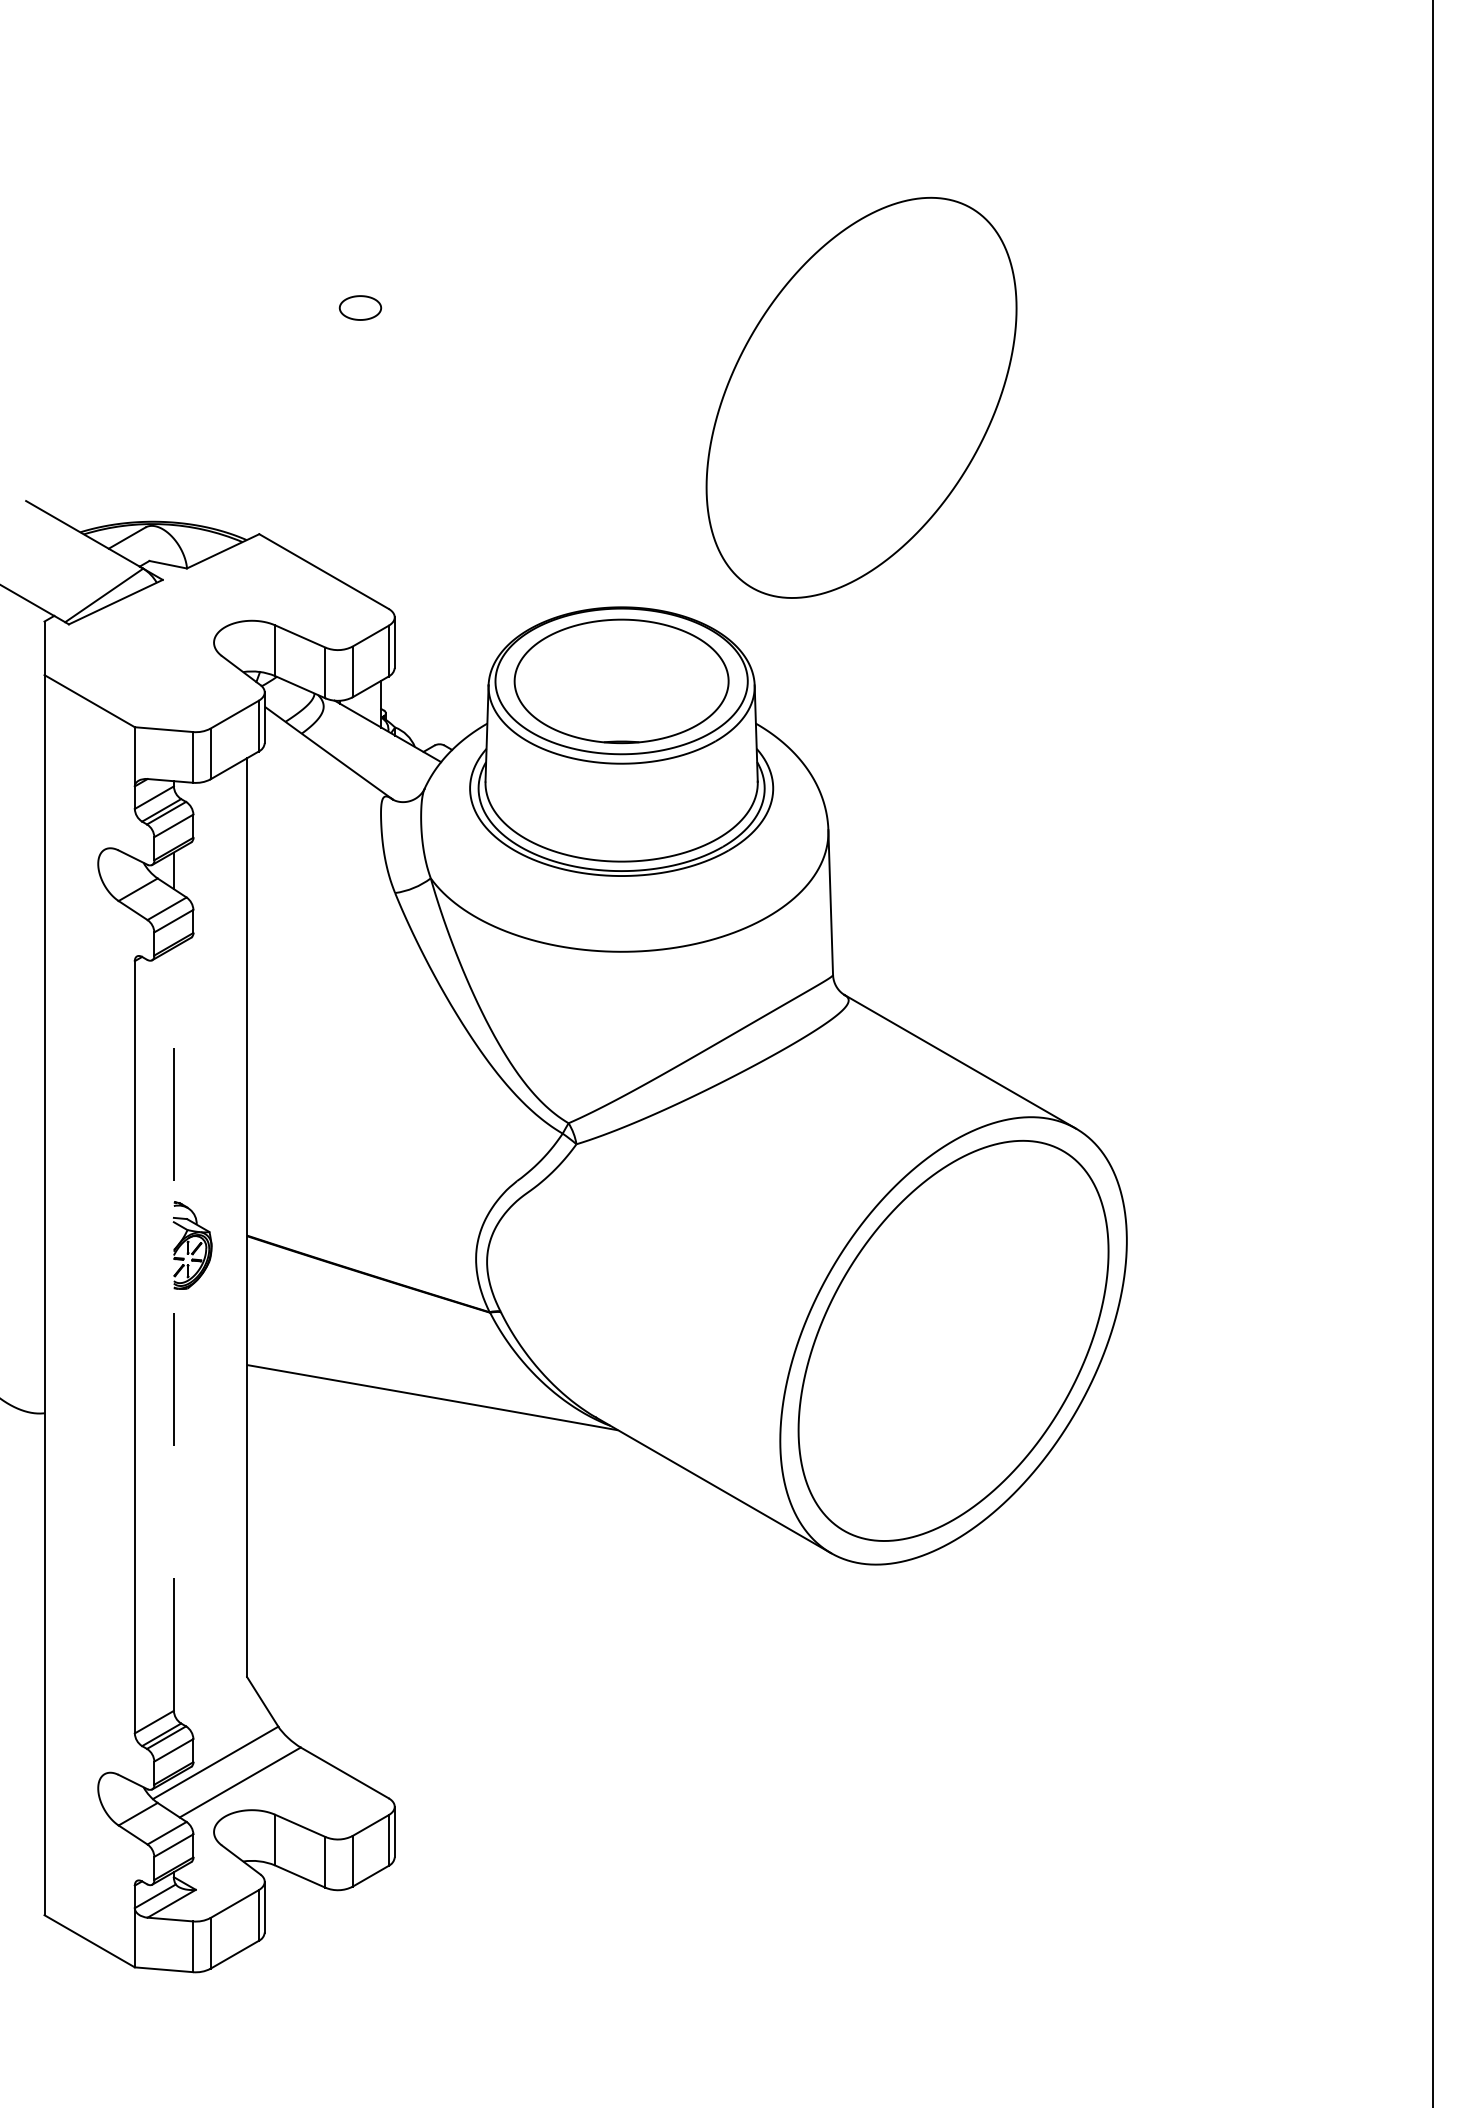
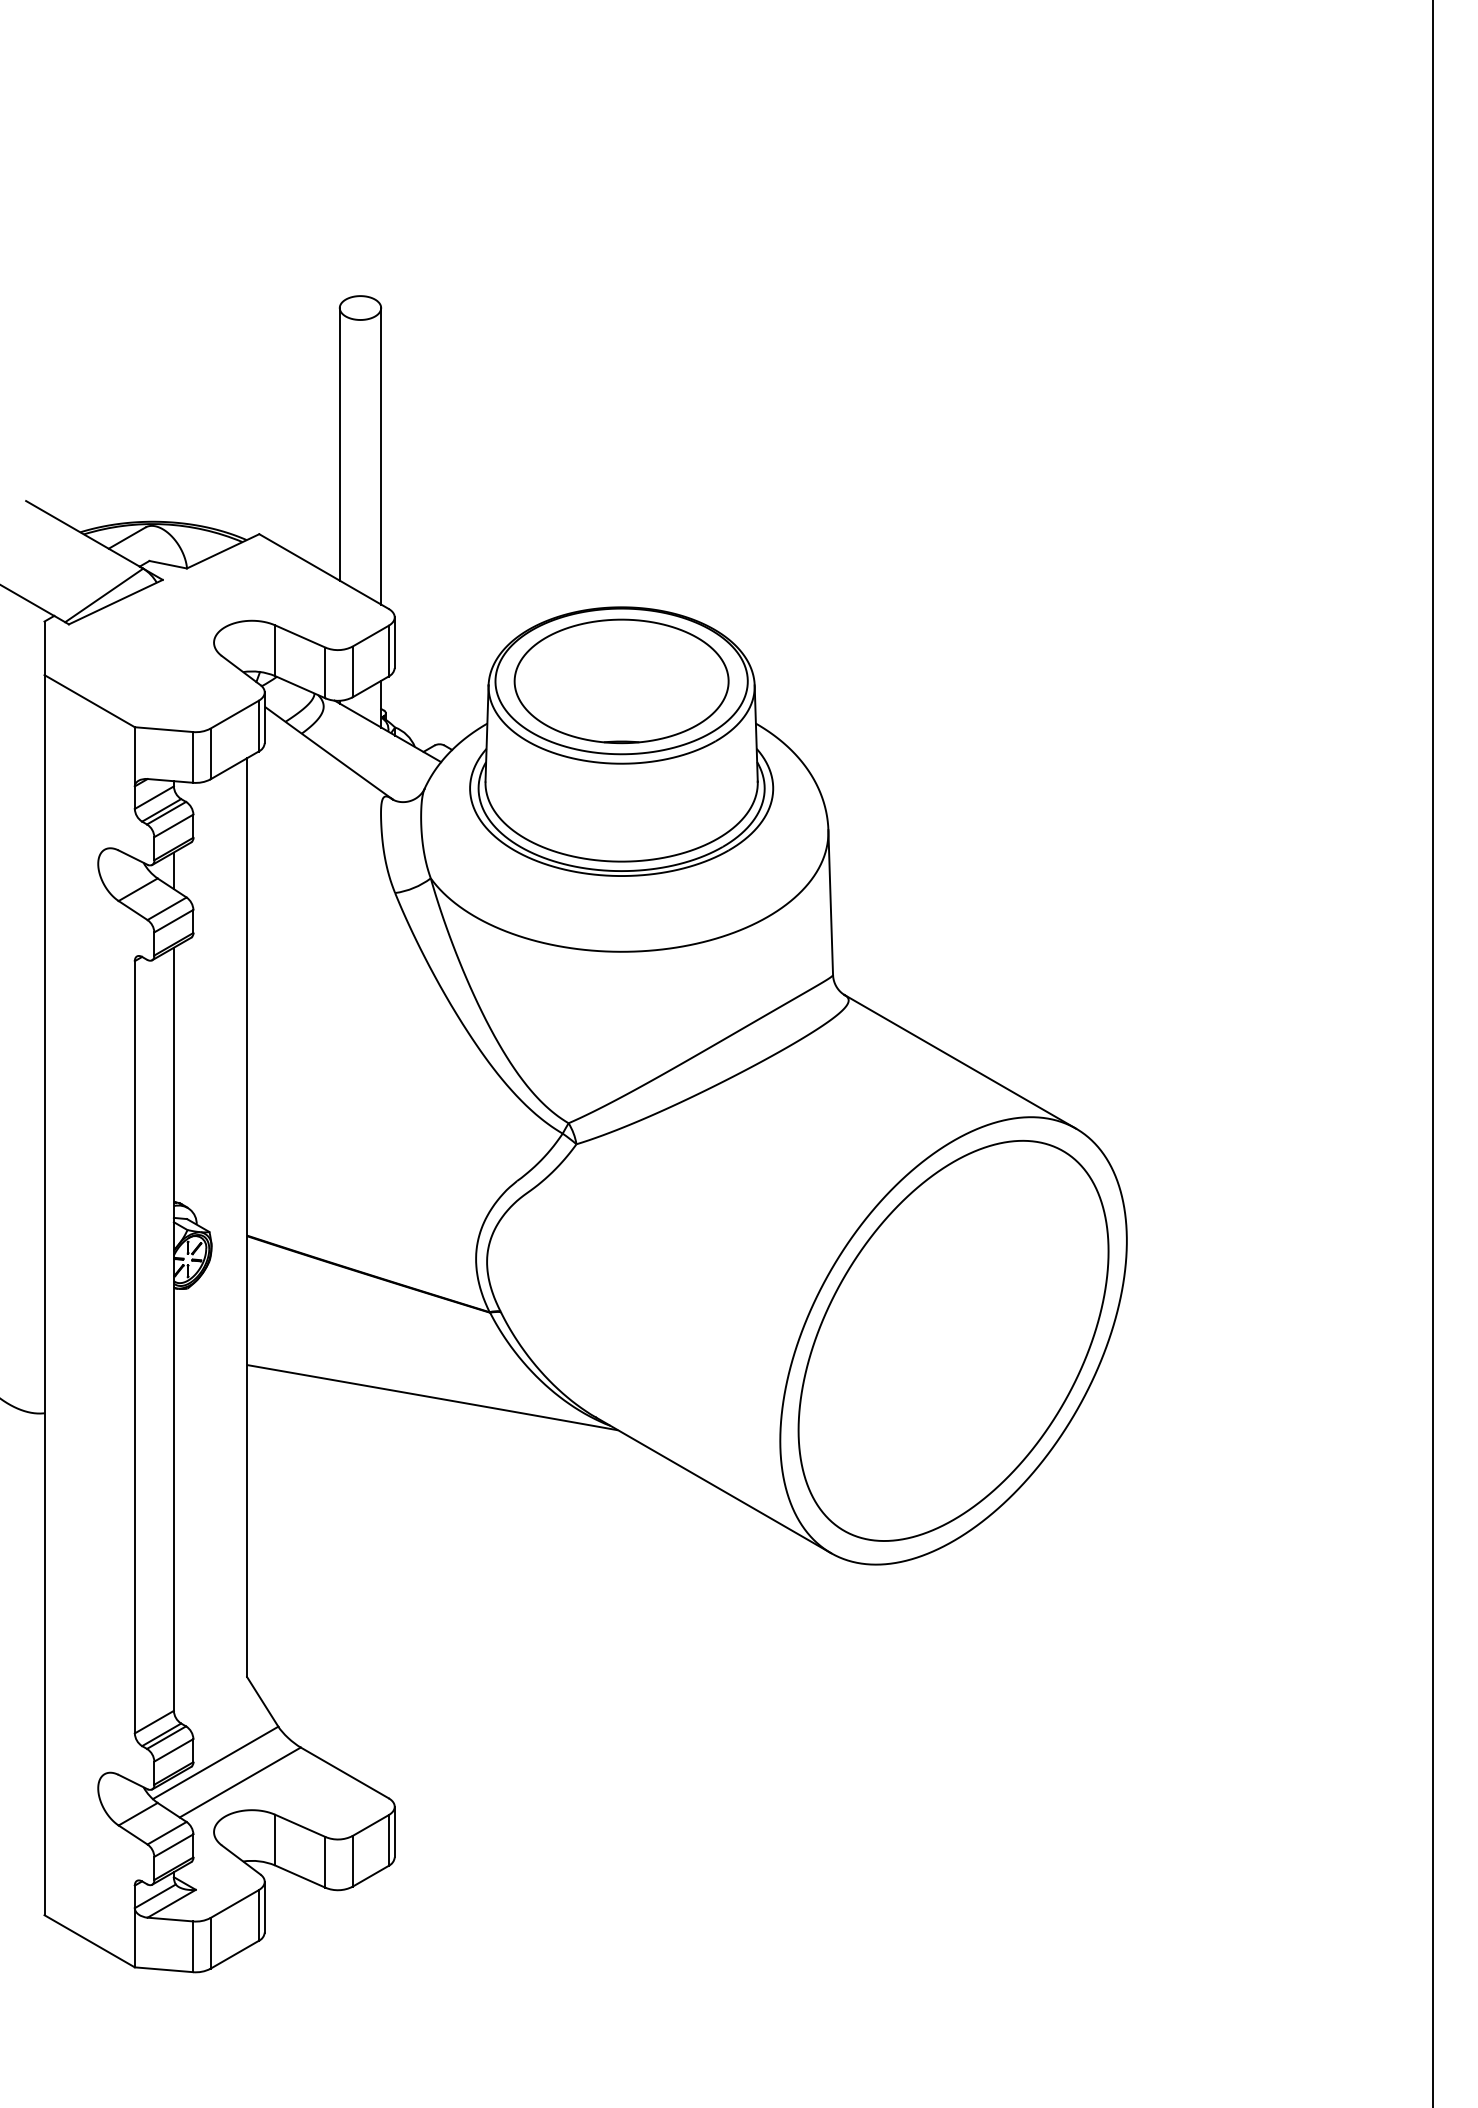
part at (861, 397): present -> none
line at (339, 444): none -> present
line at (381, 456): none -> present
line at (173, 1329): dashed -> solid
